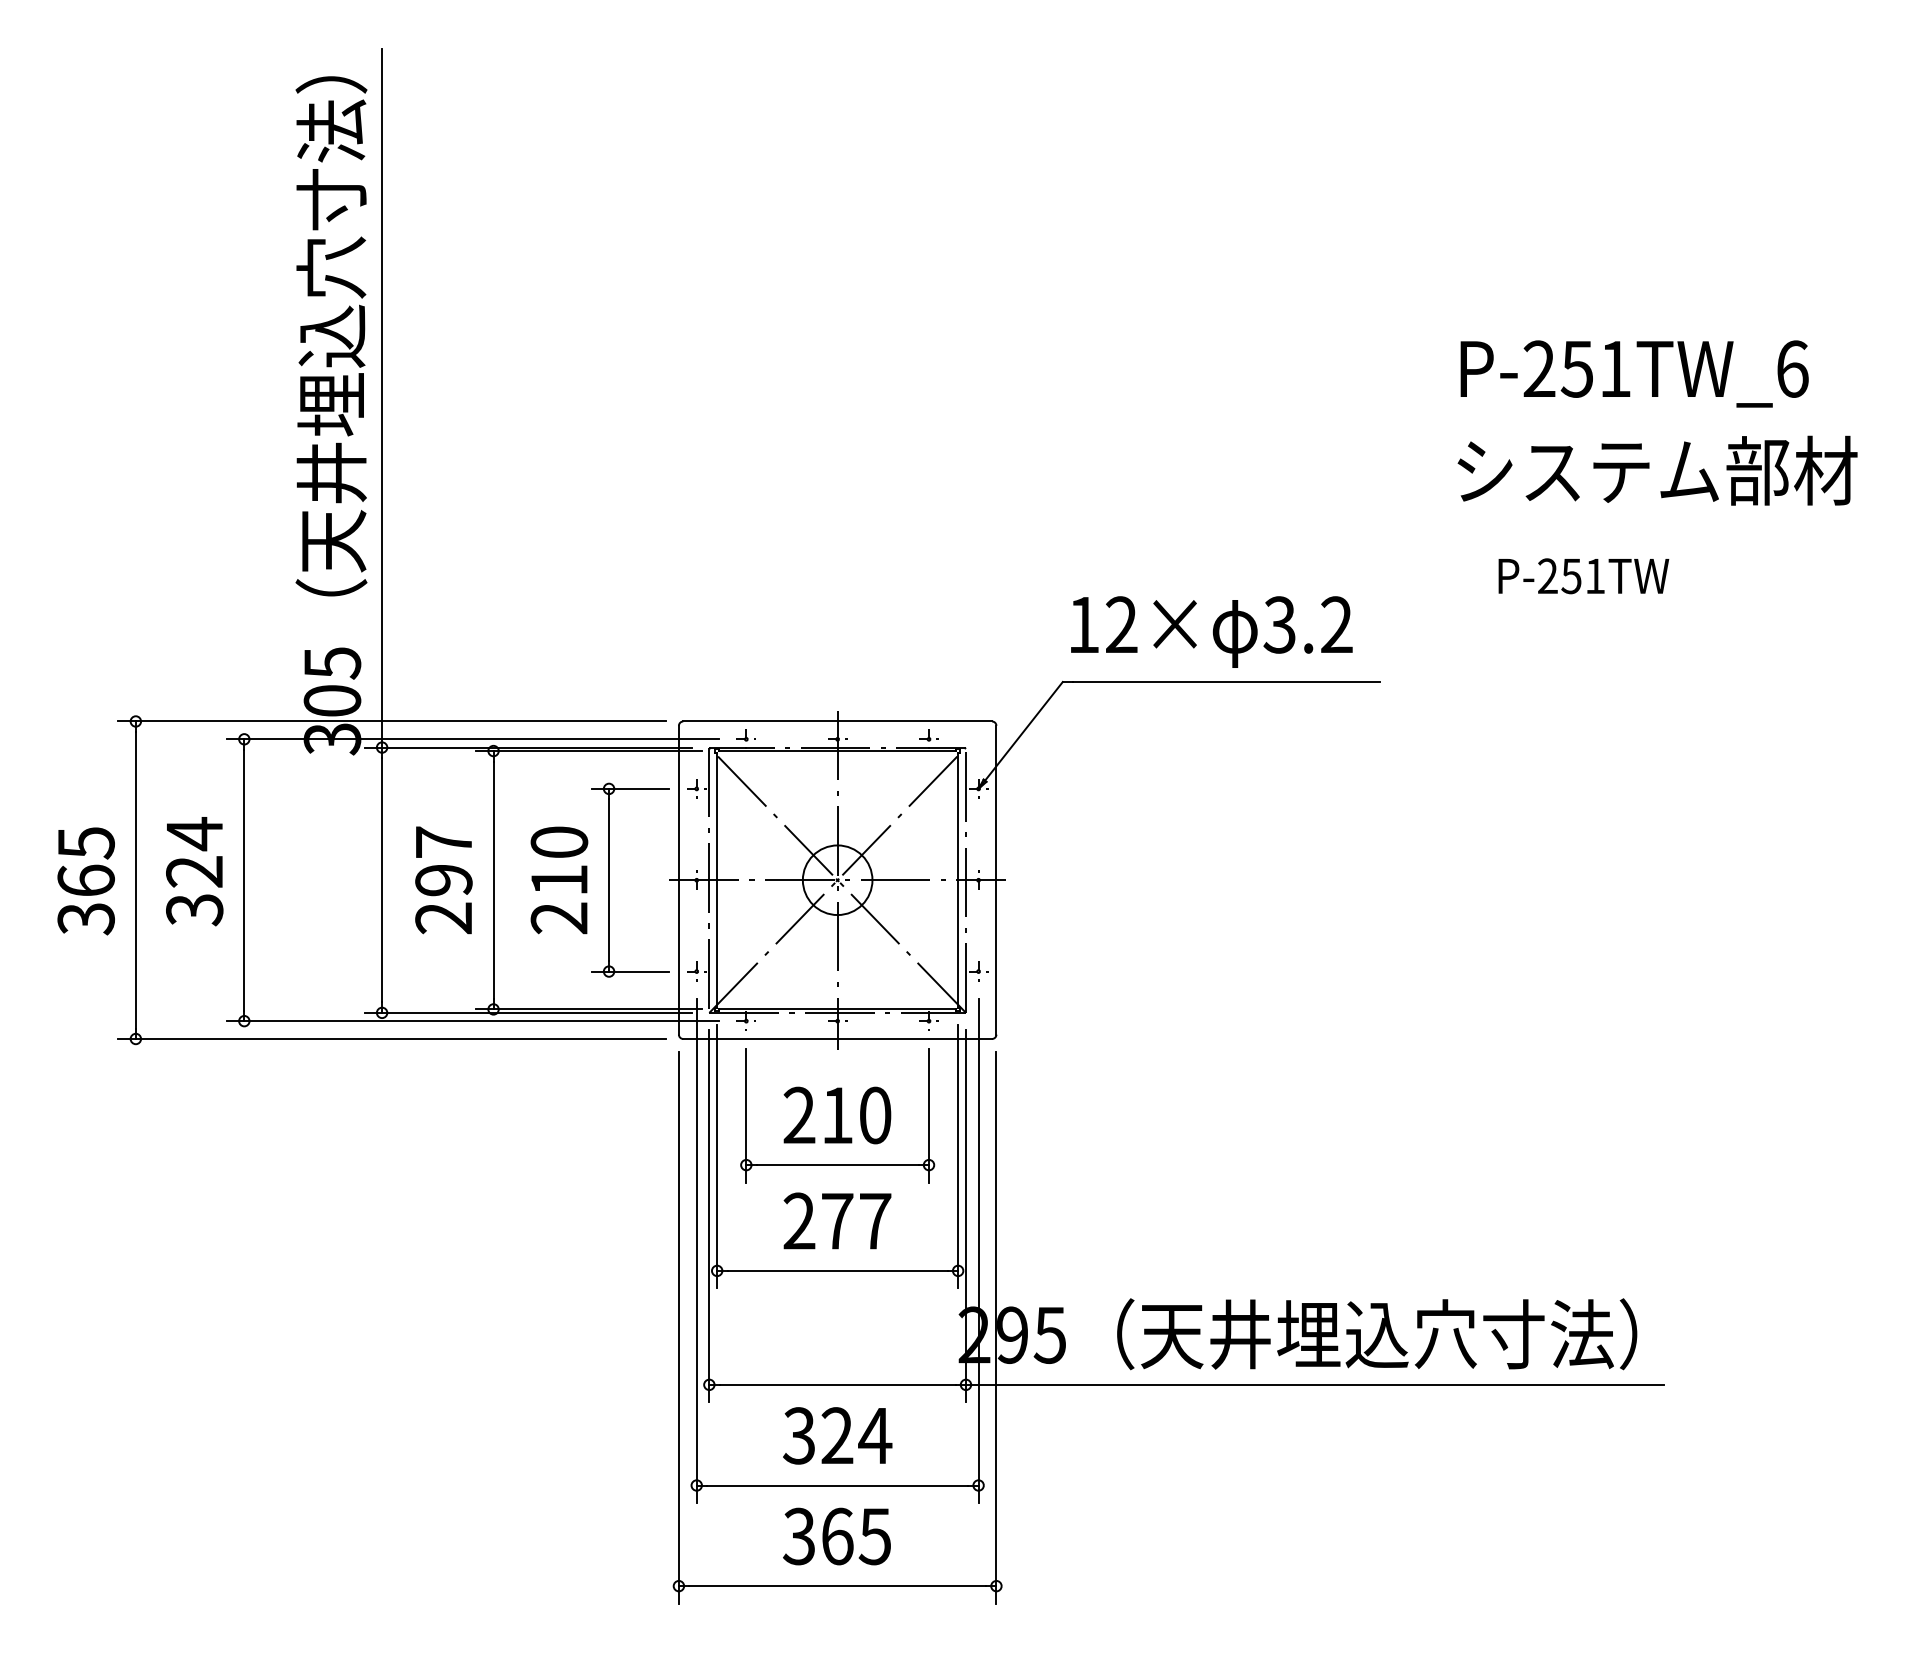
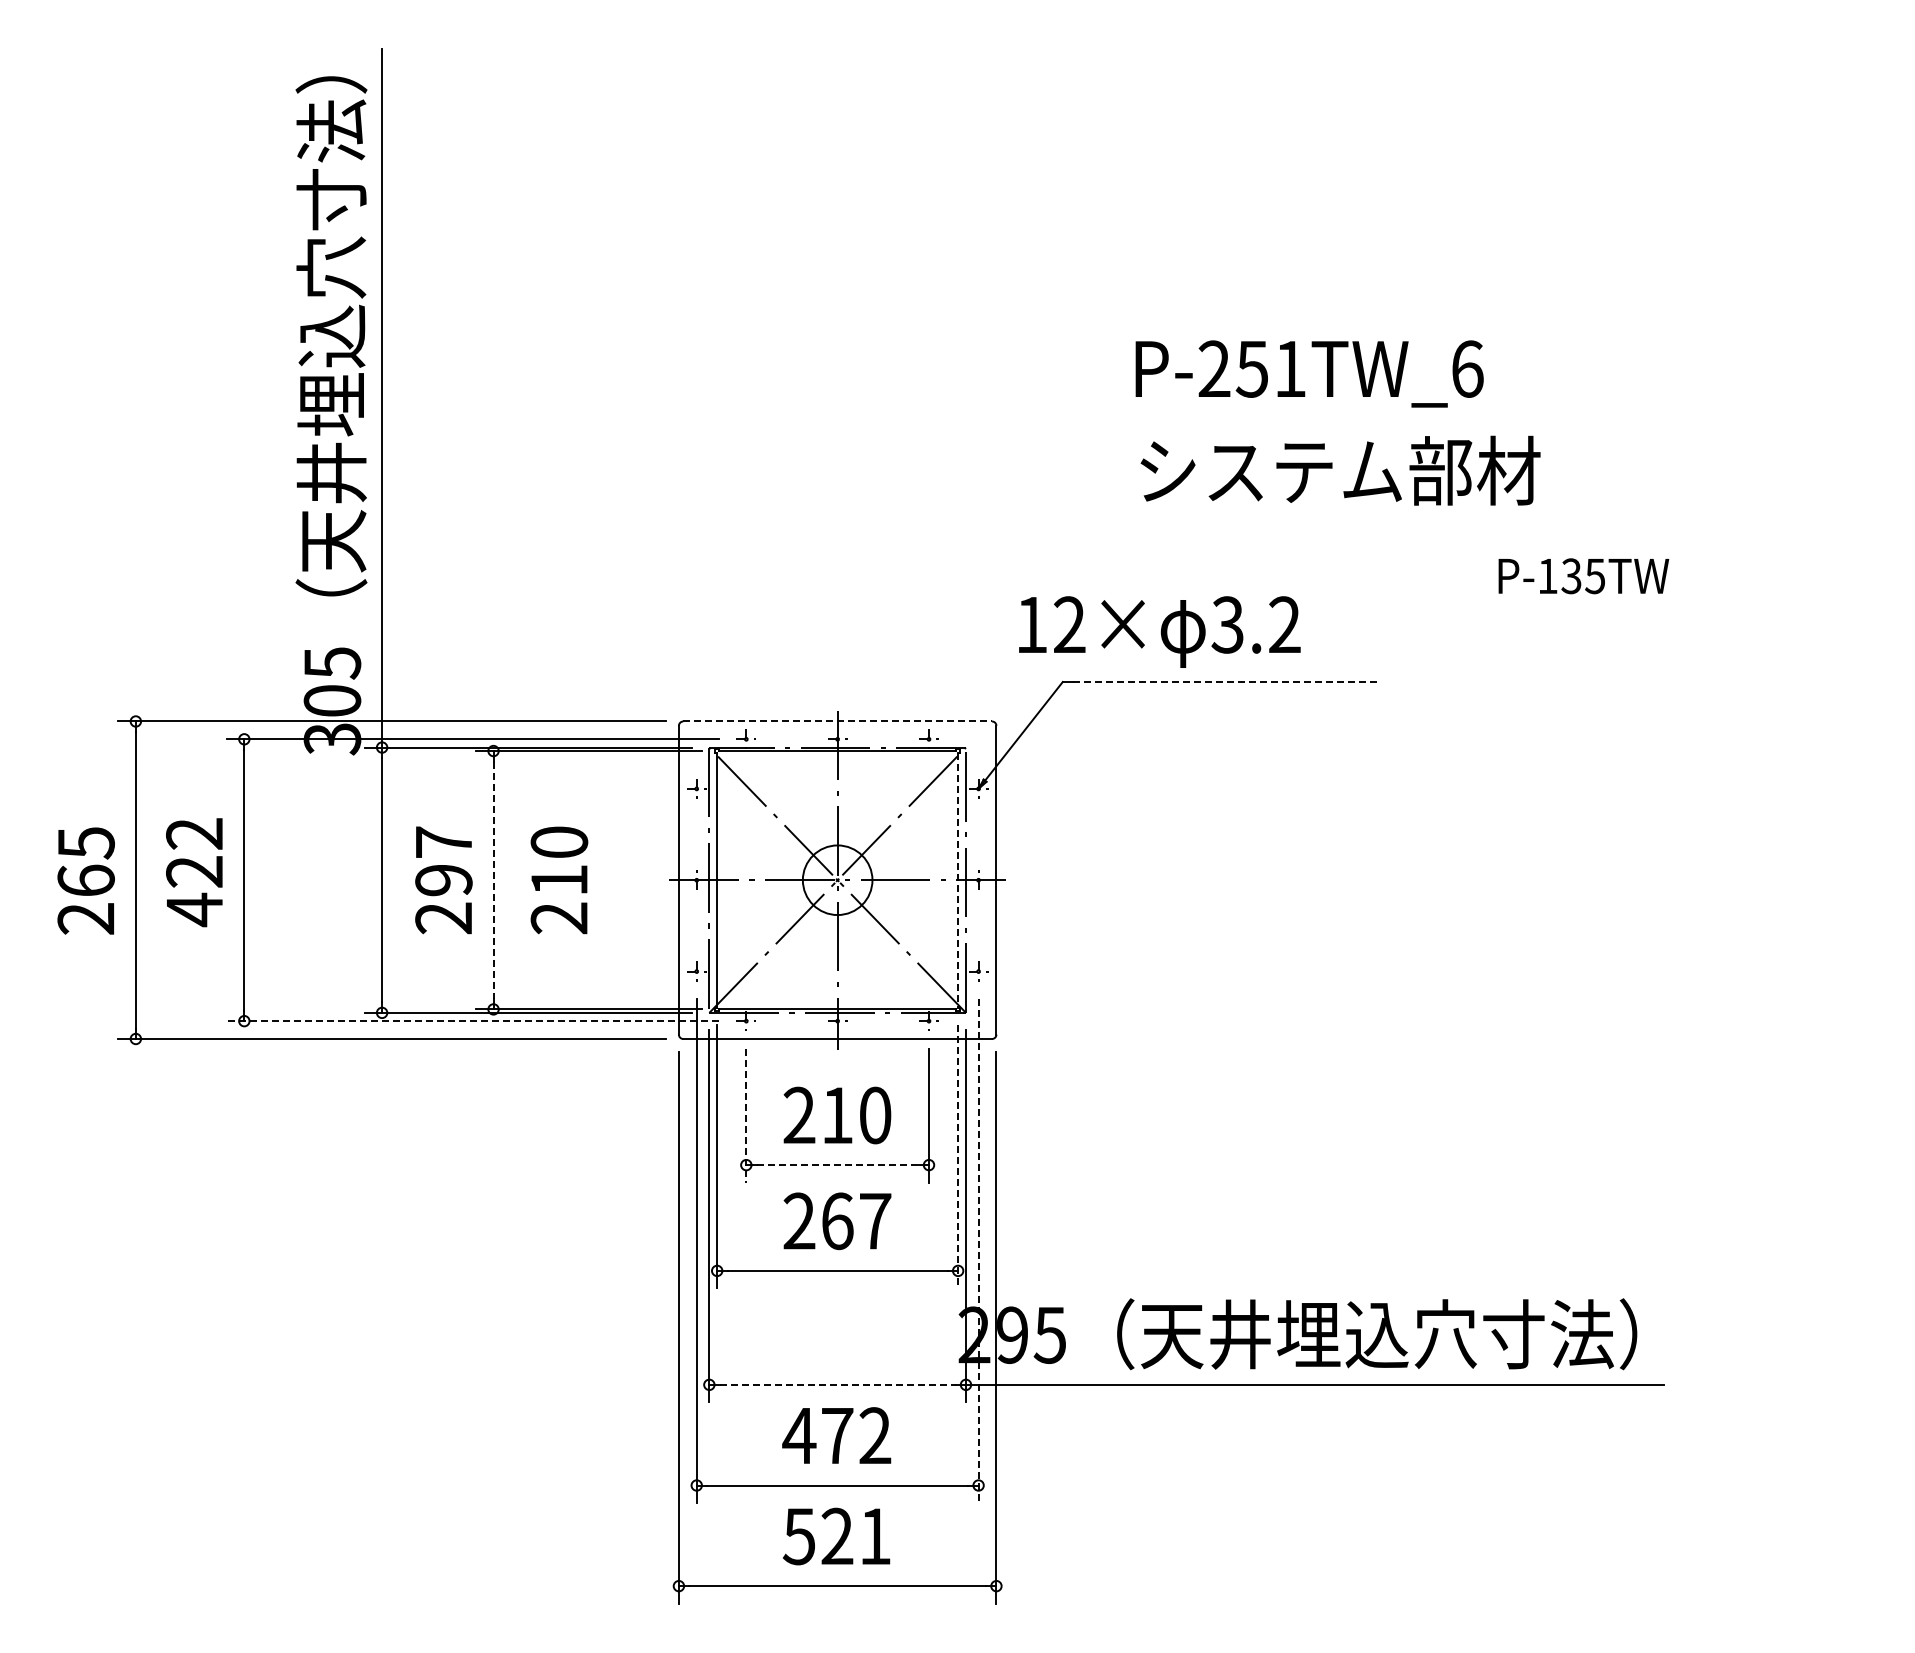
text at (1634, 373) position: (1634, 373) -> (1309, 373)
text at (1657, 470) position: (1657, 470) -> (1340, 470)
text at (1571, 576): P-251TW -> P-135TW
text at (1211, 631) position: (1211, 631) -> (1159, 631)
line at (1226, 681): solid -> dashed
line at (838, 721): solid -> dashed
text at (194, 872): 324 -> 422
part at (609, 879): present -> none
line at (493, 880): solid -> dashed
line at (958, 880): solid -> dashed
text at (85, 919): 365 -> 265
line at (472, 1021): solid -> dashed
line at (746, 1115): solid -> dashed
line at (958, 1156): solid -> dashed
line at (837, 1165): solid -> dashed
text at (837, 1221): 277 -> 267
line at (978, 1250): solid -> dashed
line at (837, 1384): solid -> dashed
text at (837, 1435): 324 -> 472
text at (836, 1536): 365 -> 521
